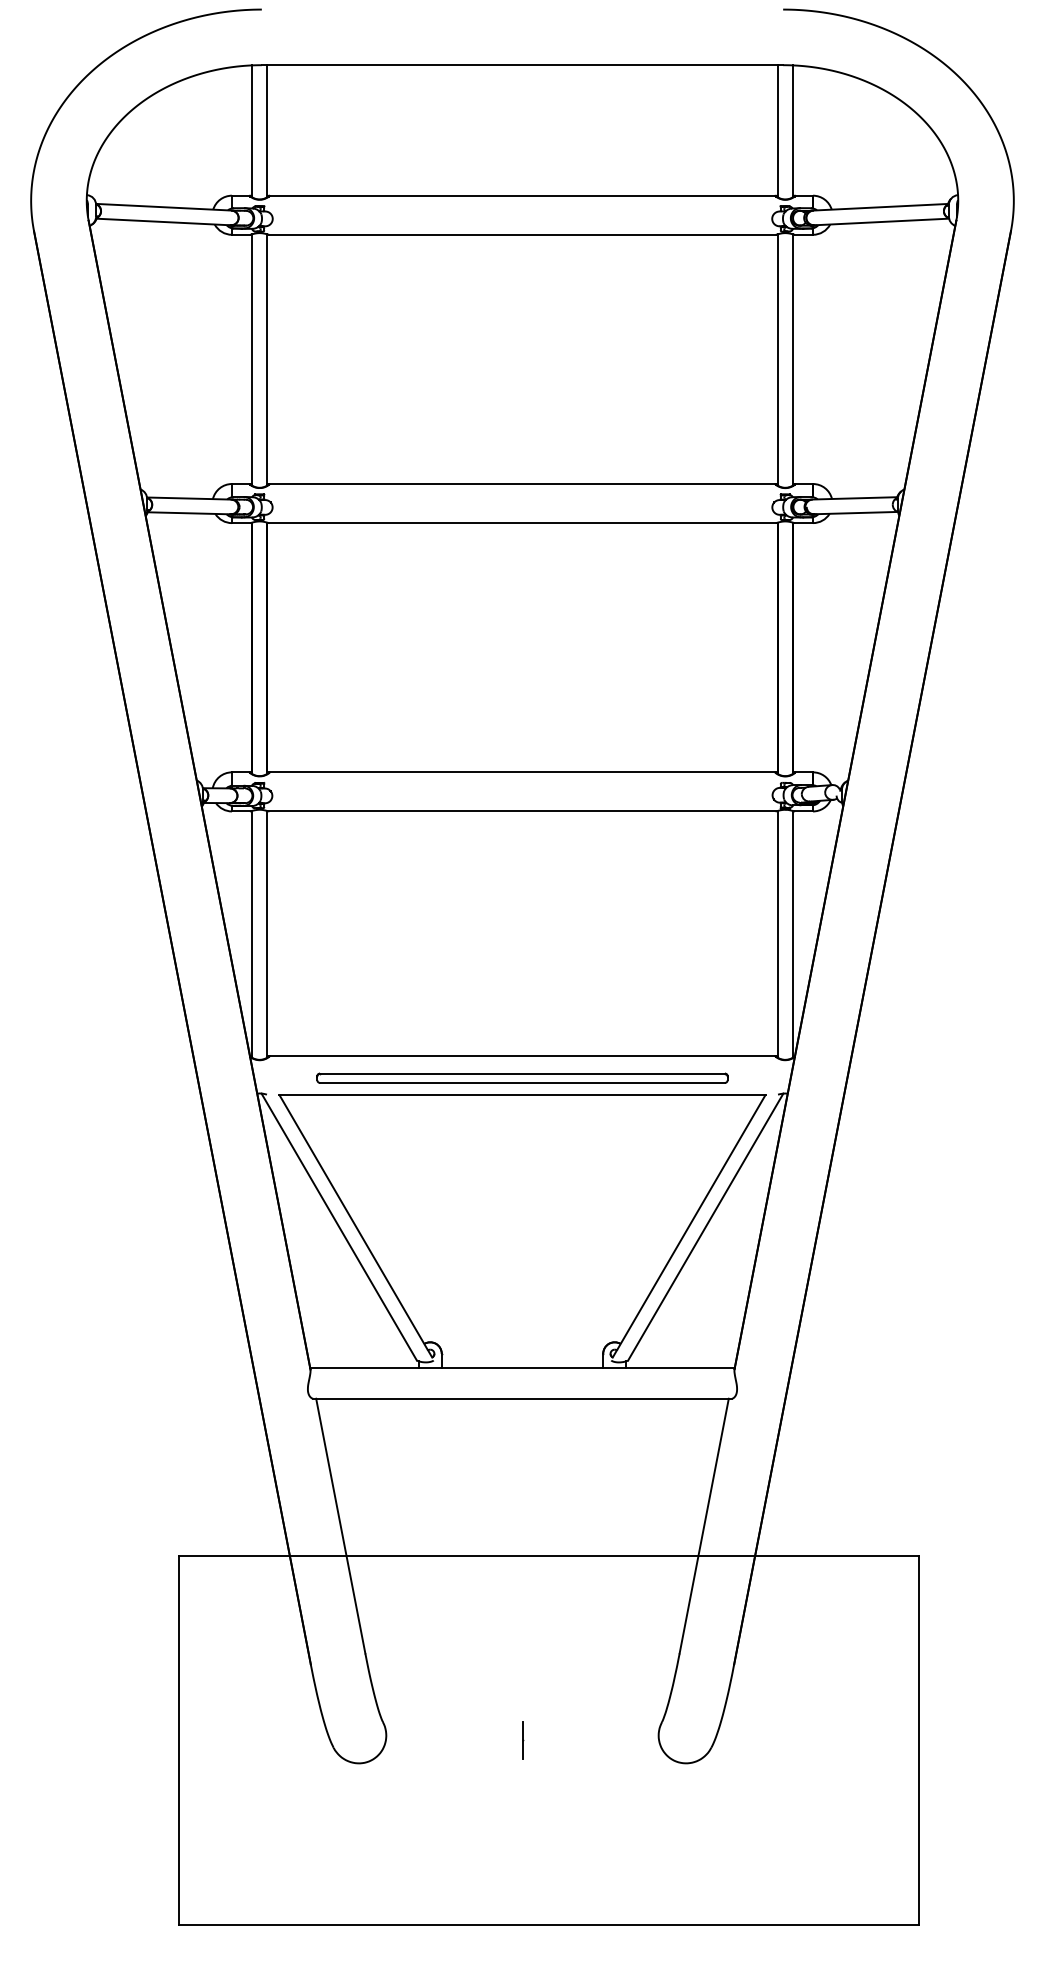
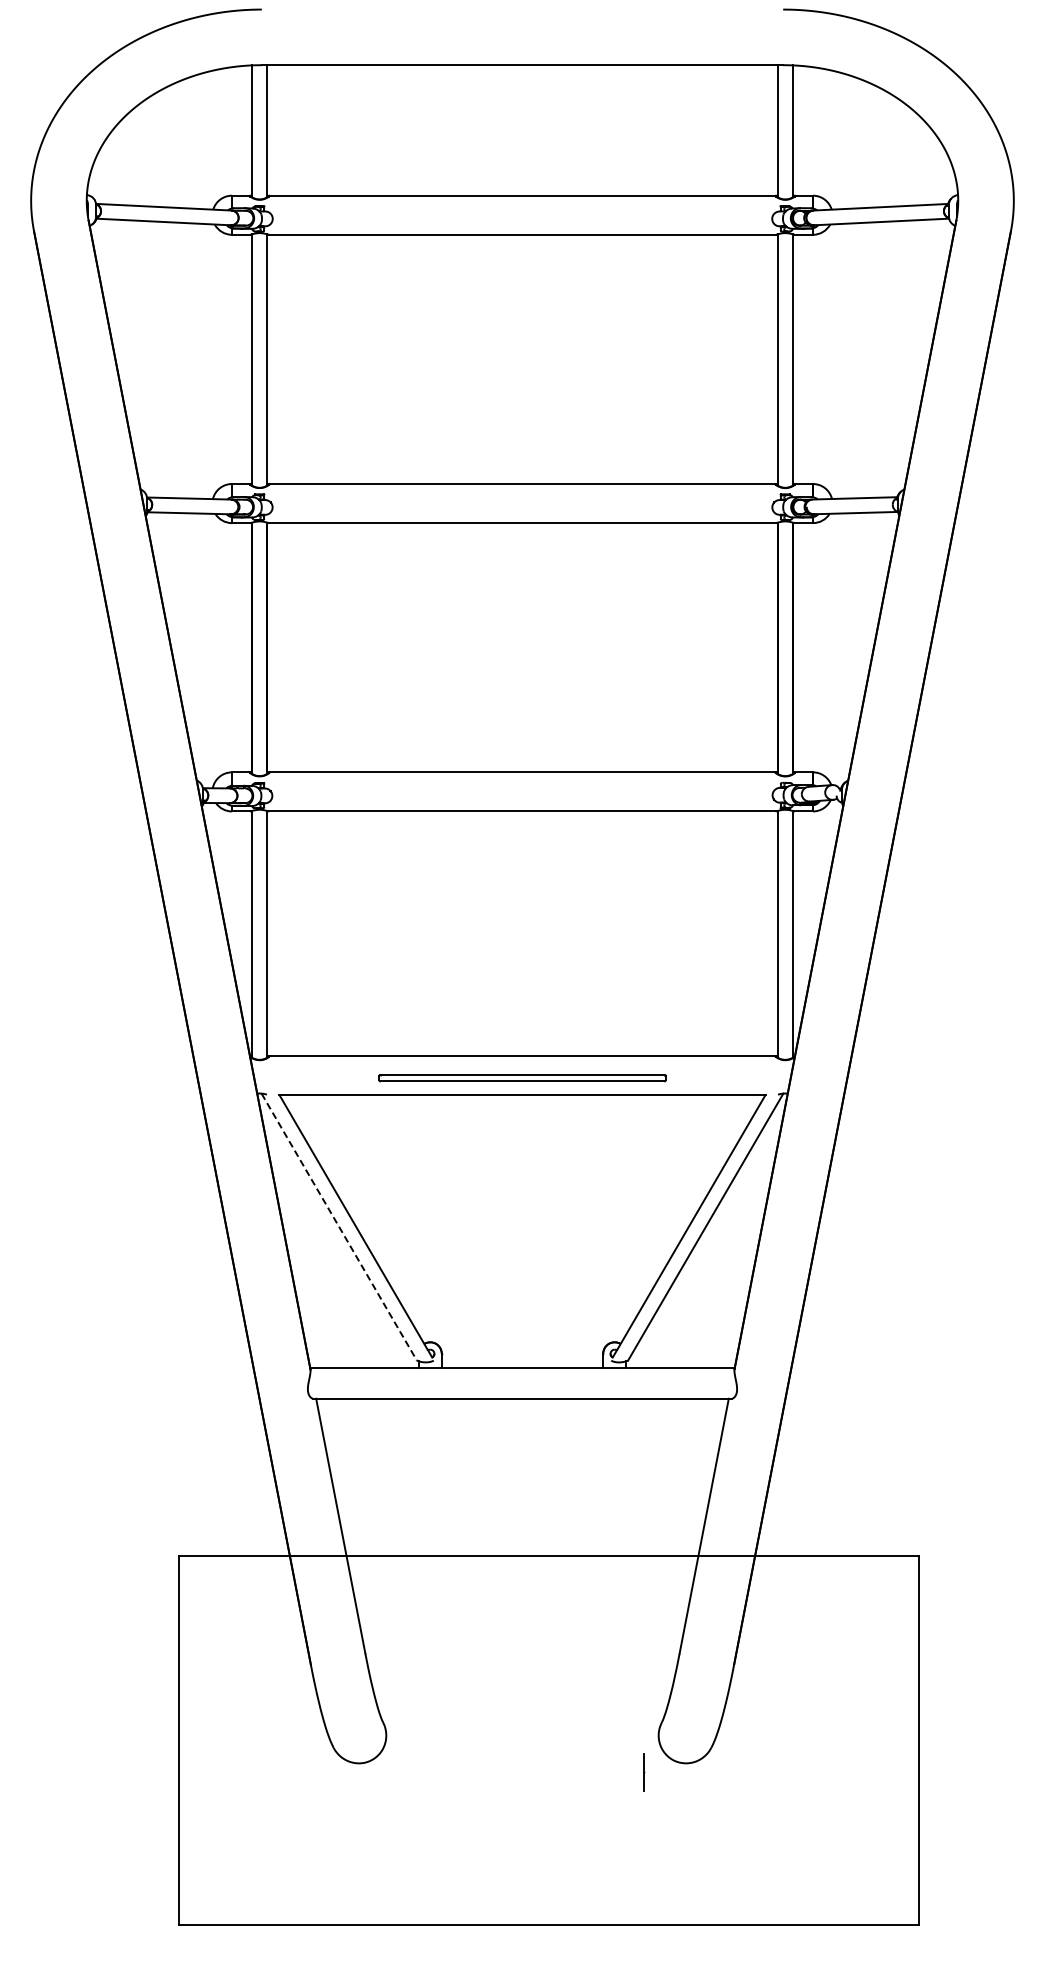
part at (522, 1077) size: 413x12 px -> 289x9 px
line at (339, 1227): solid -> dashed
line at (523, 1740) position: (523, 1740) -> (644, 1772)
